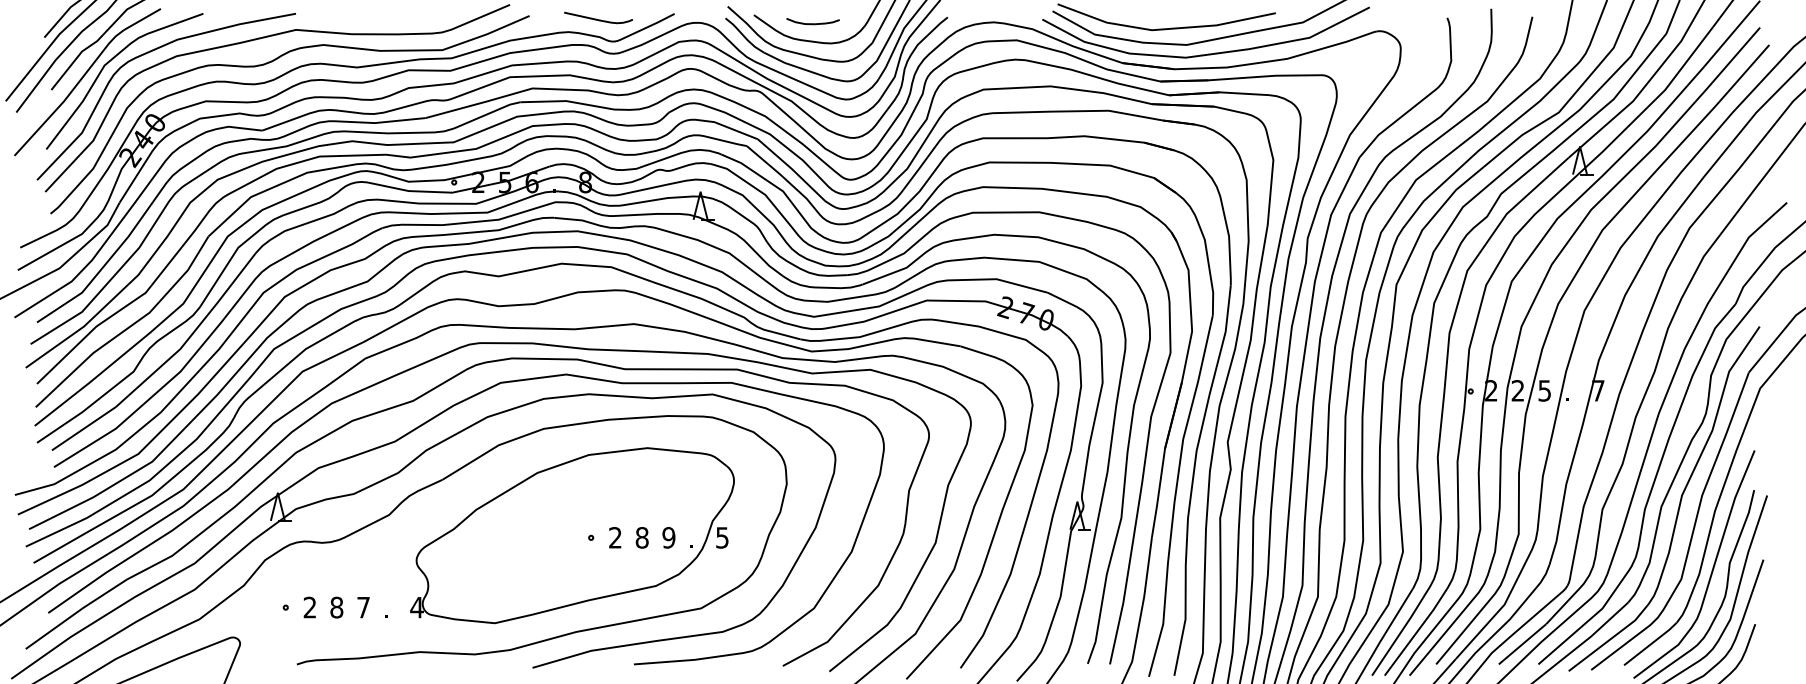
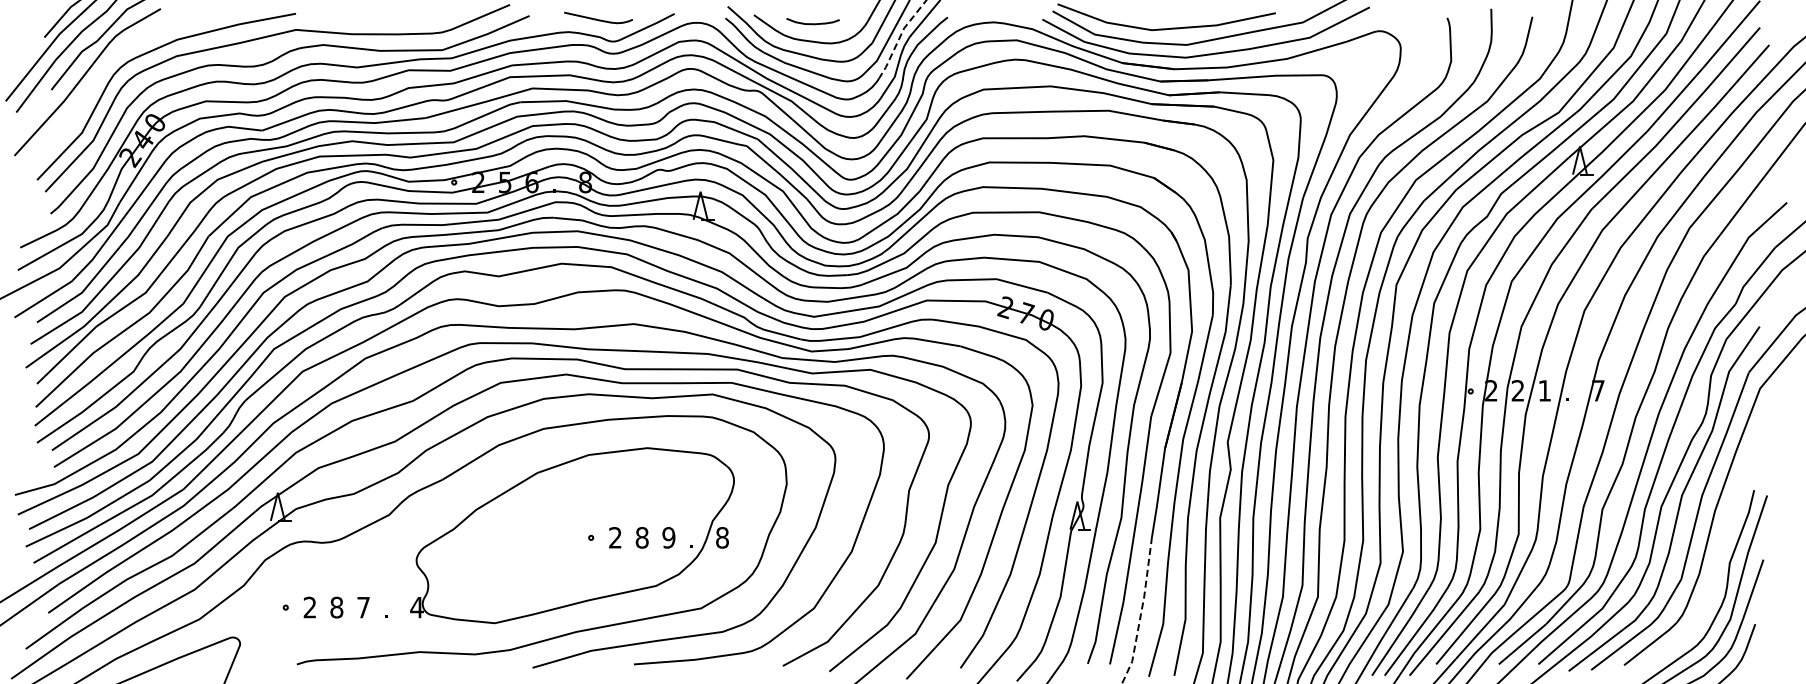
line at (899, 38): solid -> dashed
curve at (107, 64): present -> none
text at (1544, 390): 5 -> 1
text at (722, 537): 5 -> 8
curve at (1711, 570): present -> none
line at (1141, 611): solid -> dashed
